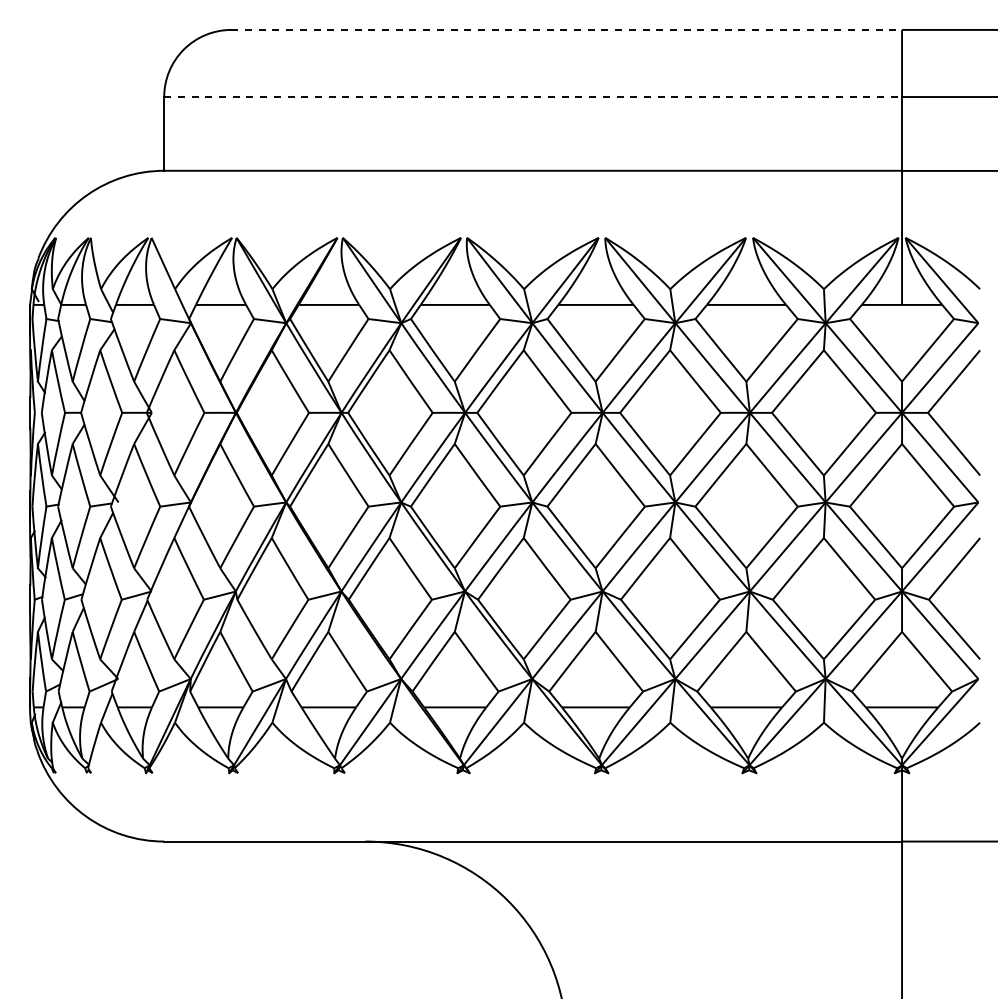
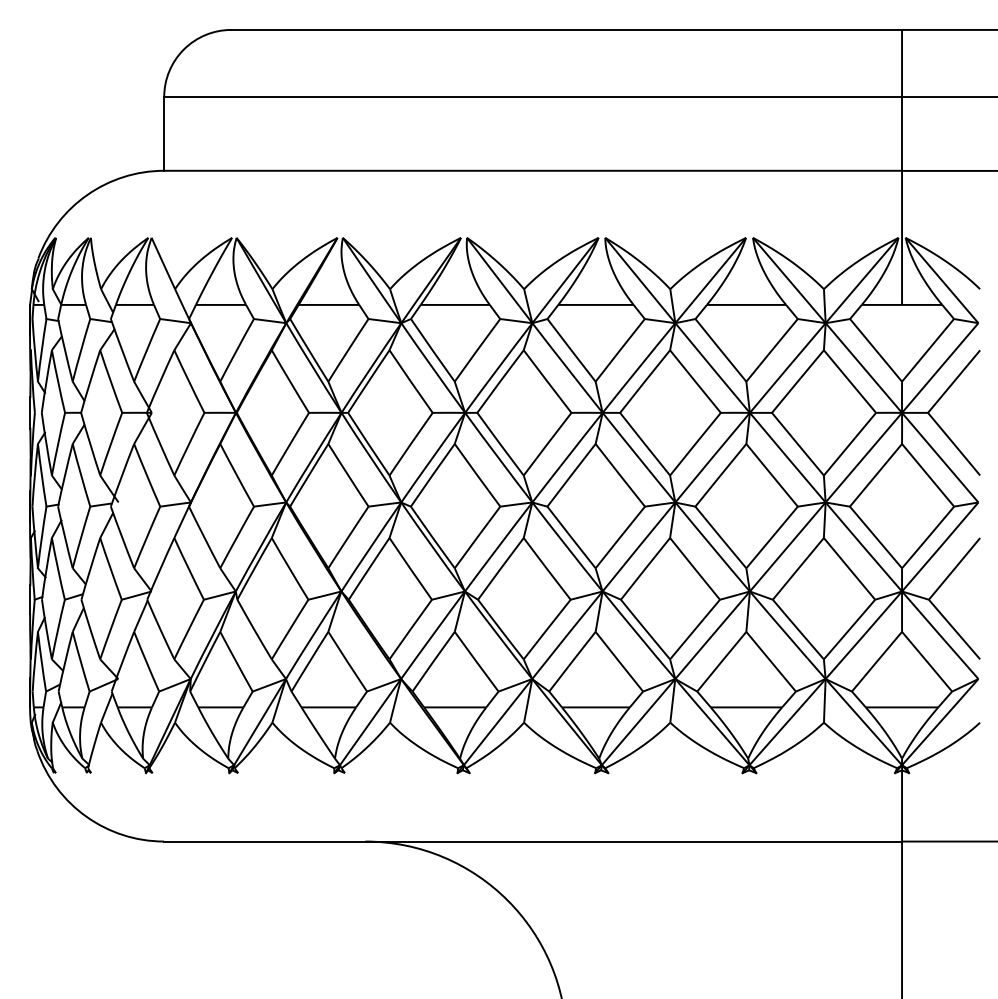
line at (567, 29): dashed -> solid
line at (533, 97): dashed -> solid
